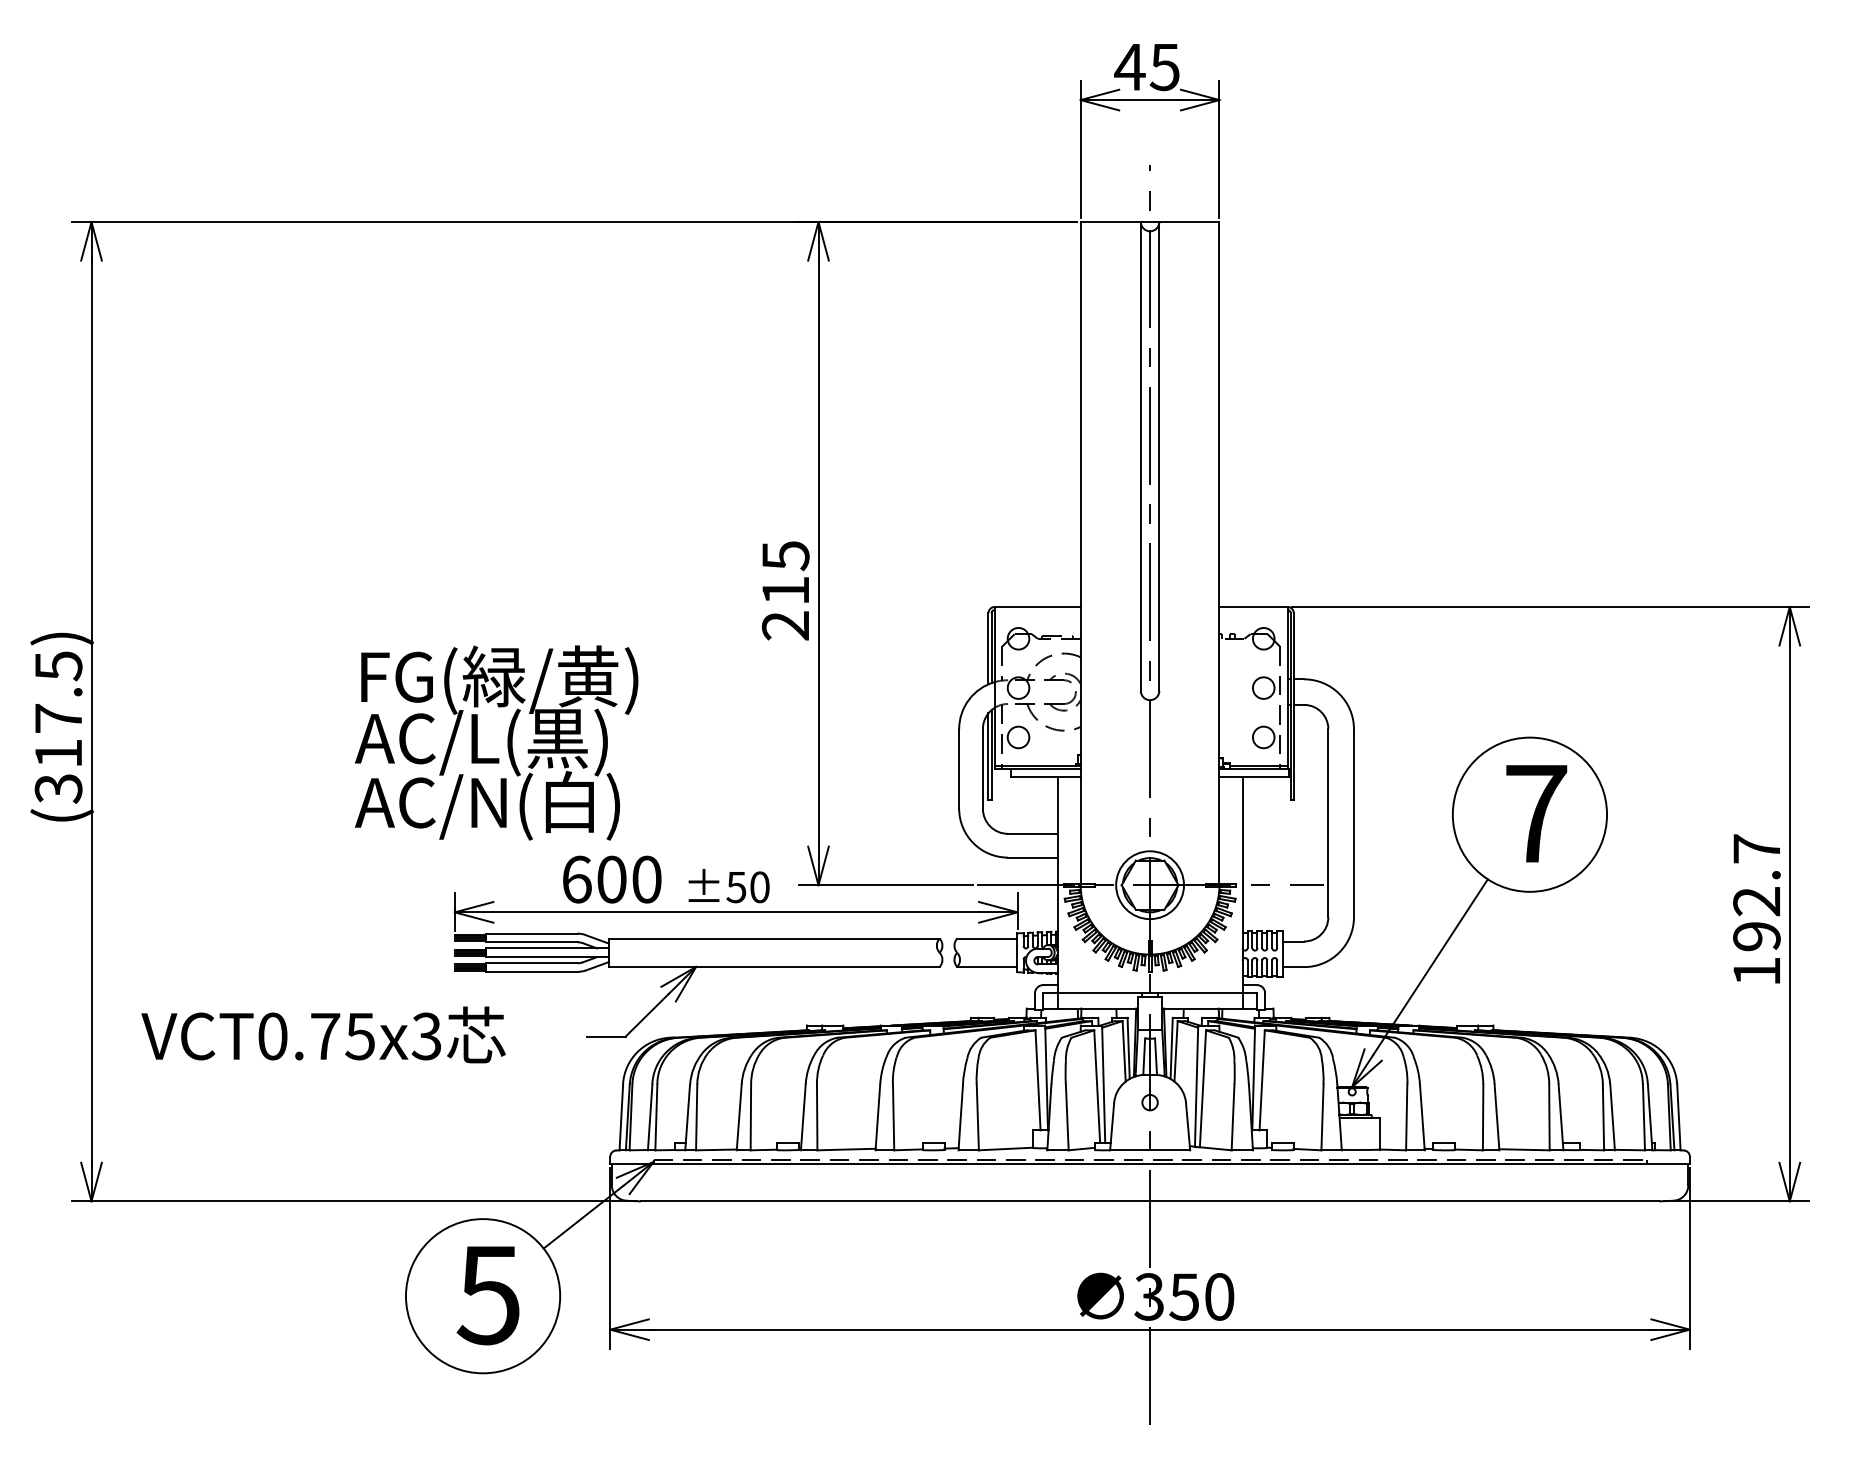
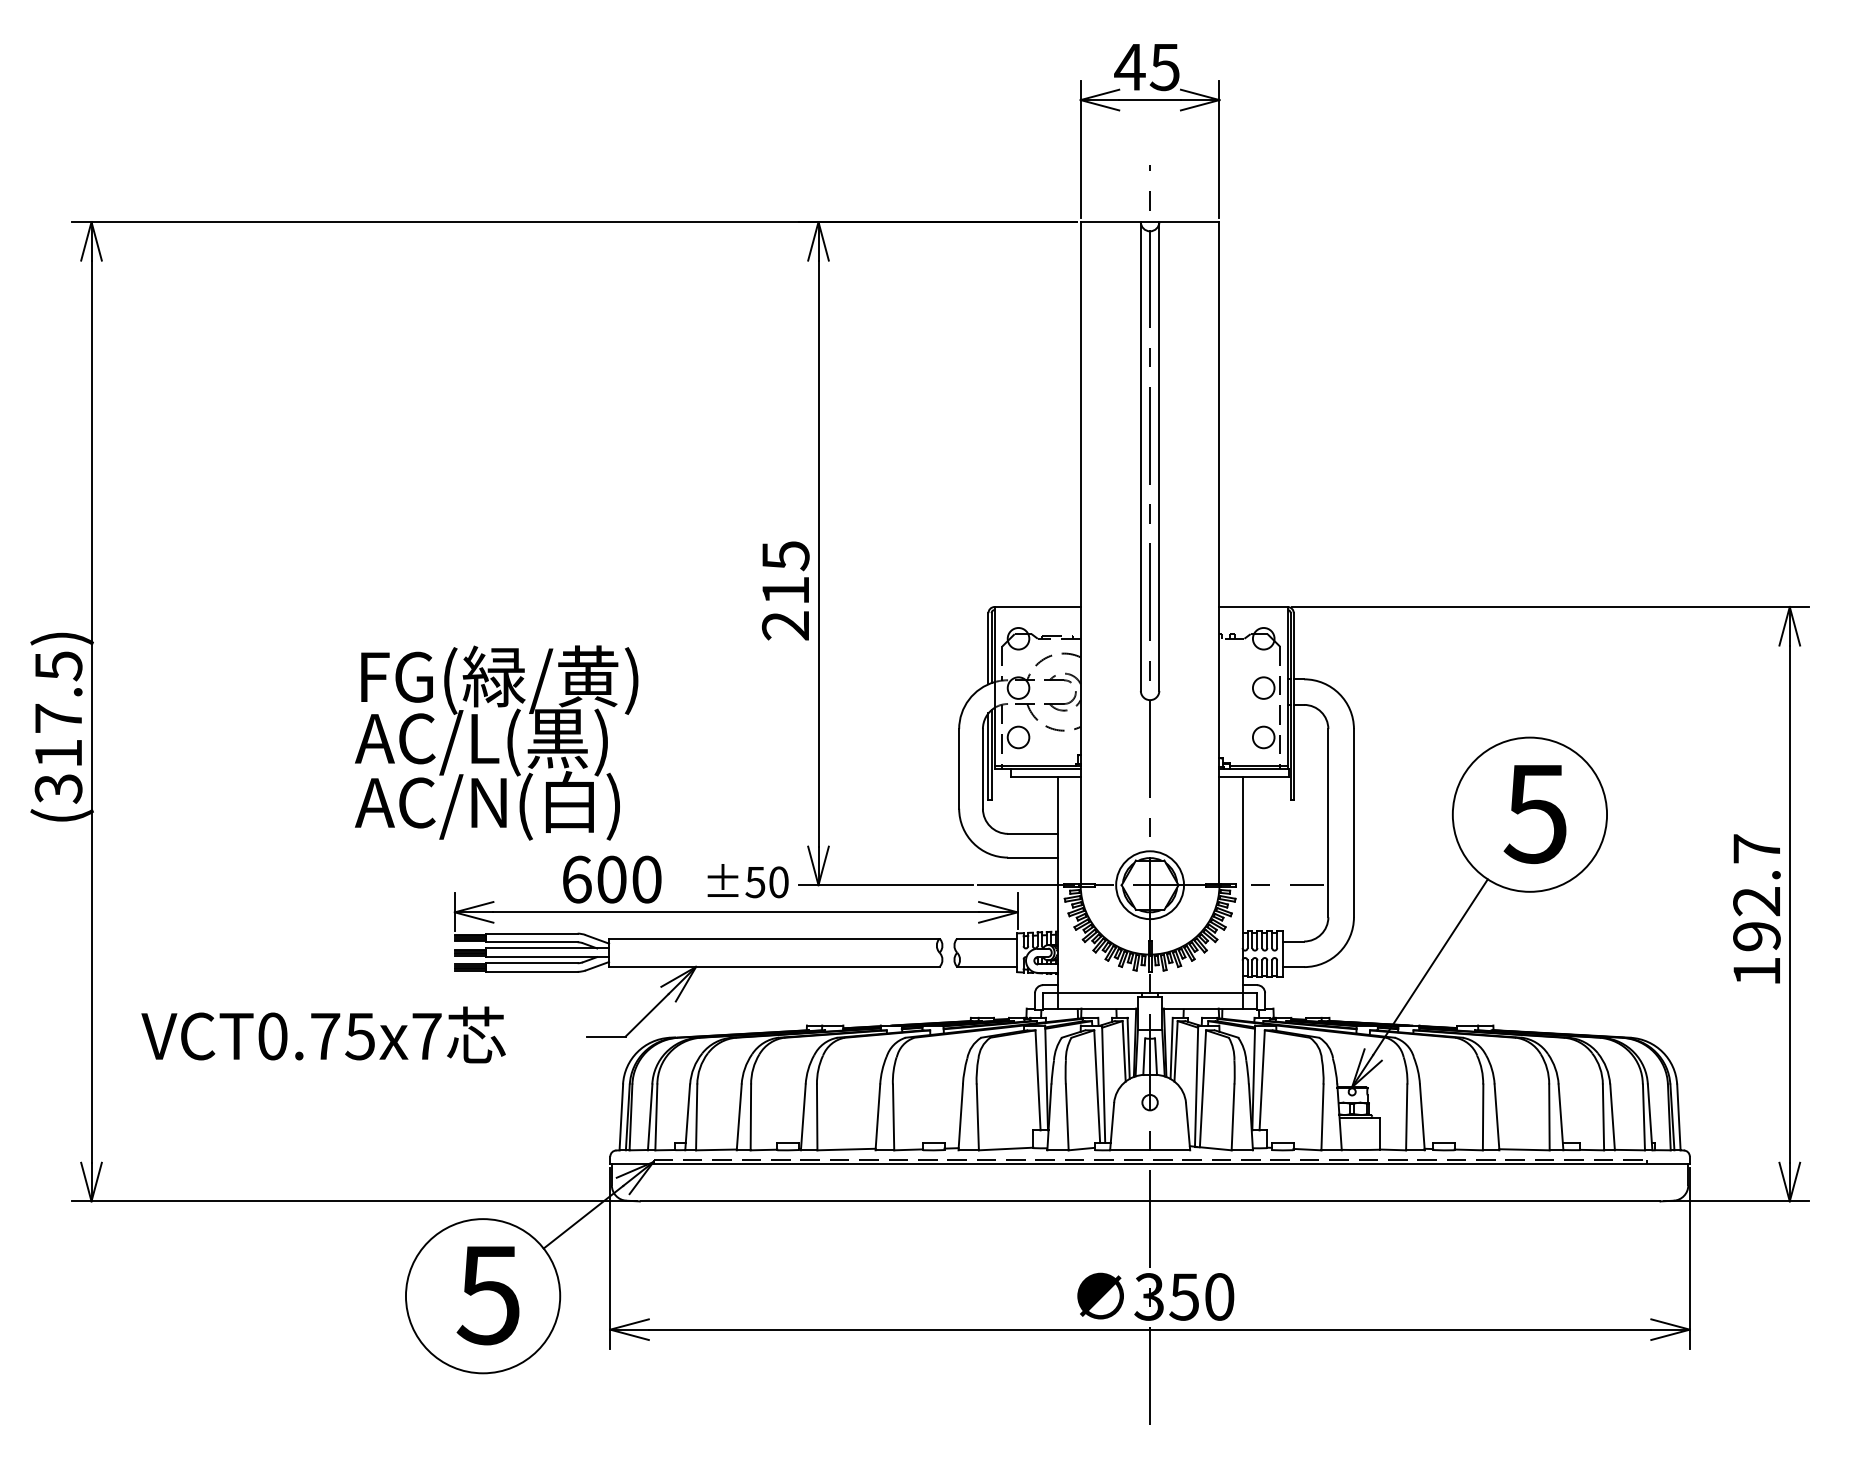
text at (1535, 814): 7 -> 5
text at (728, 886) position: (728, 886) -> (747, 881)
text at (426, 1036): VCT0.75x3 -> VCT0.75x7
